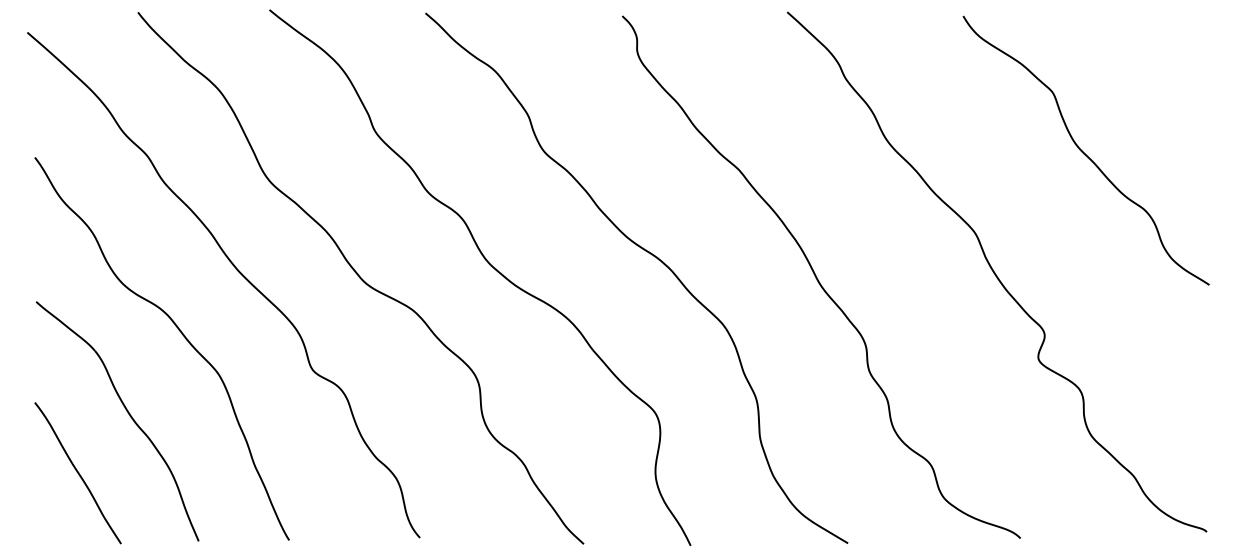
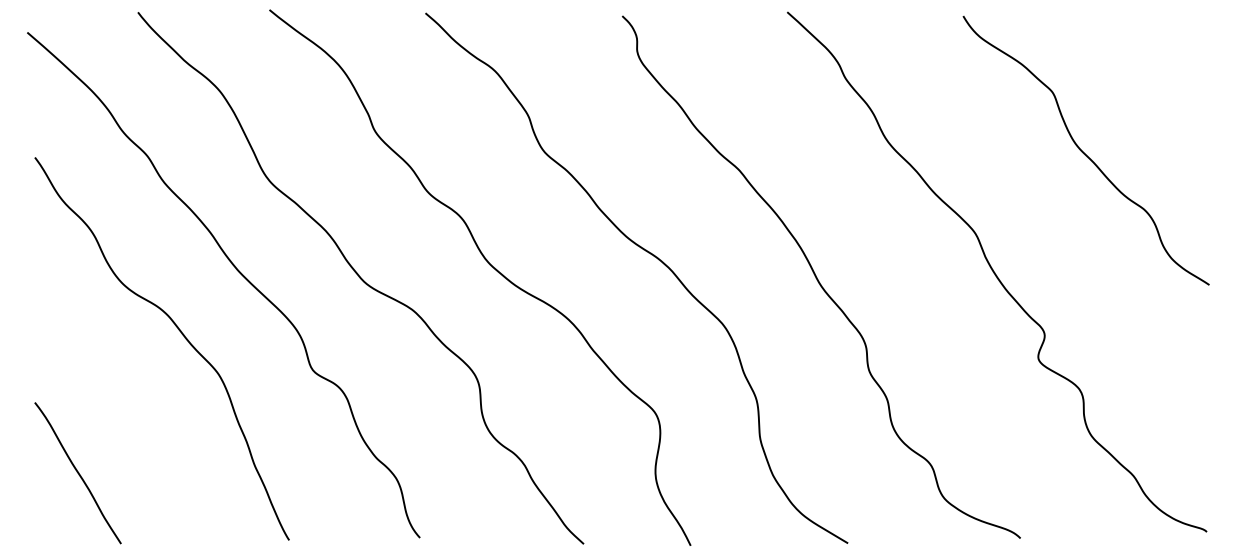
part at (127, 413): present -> none
